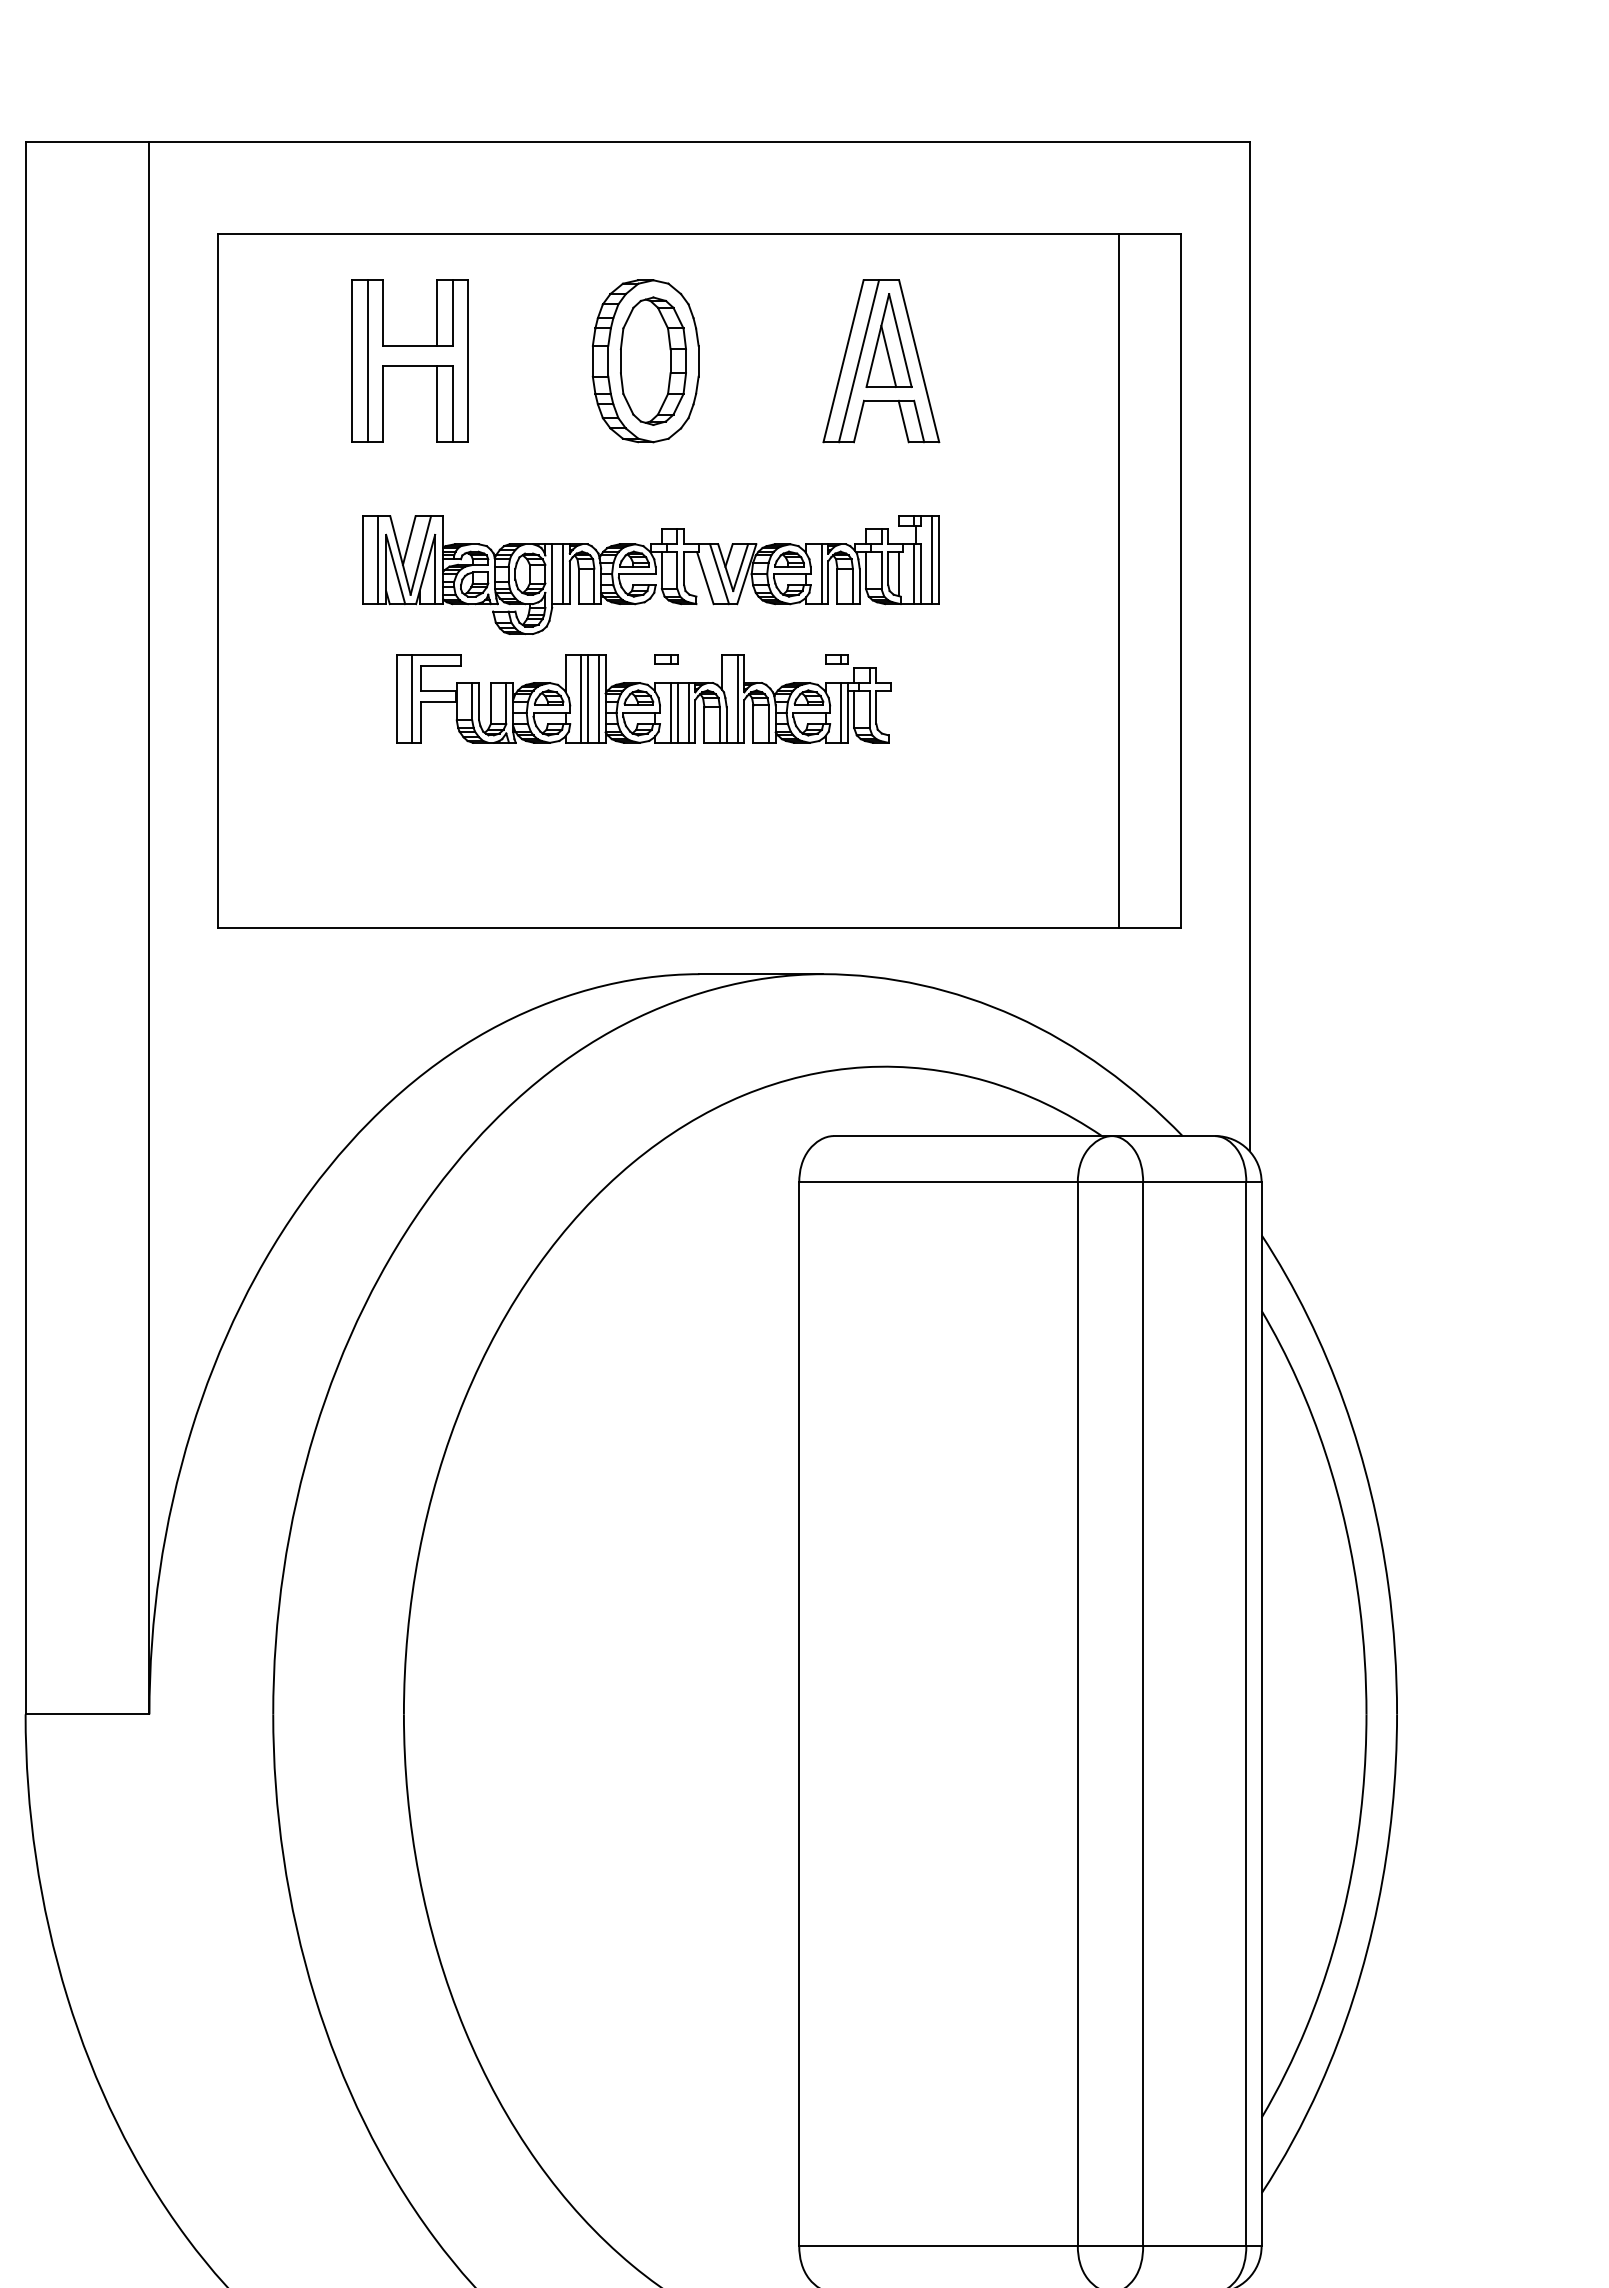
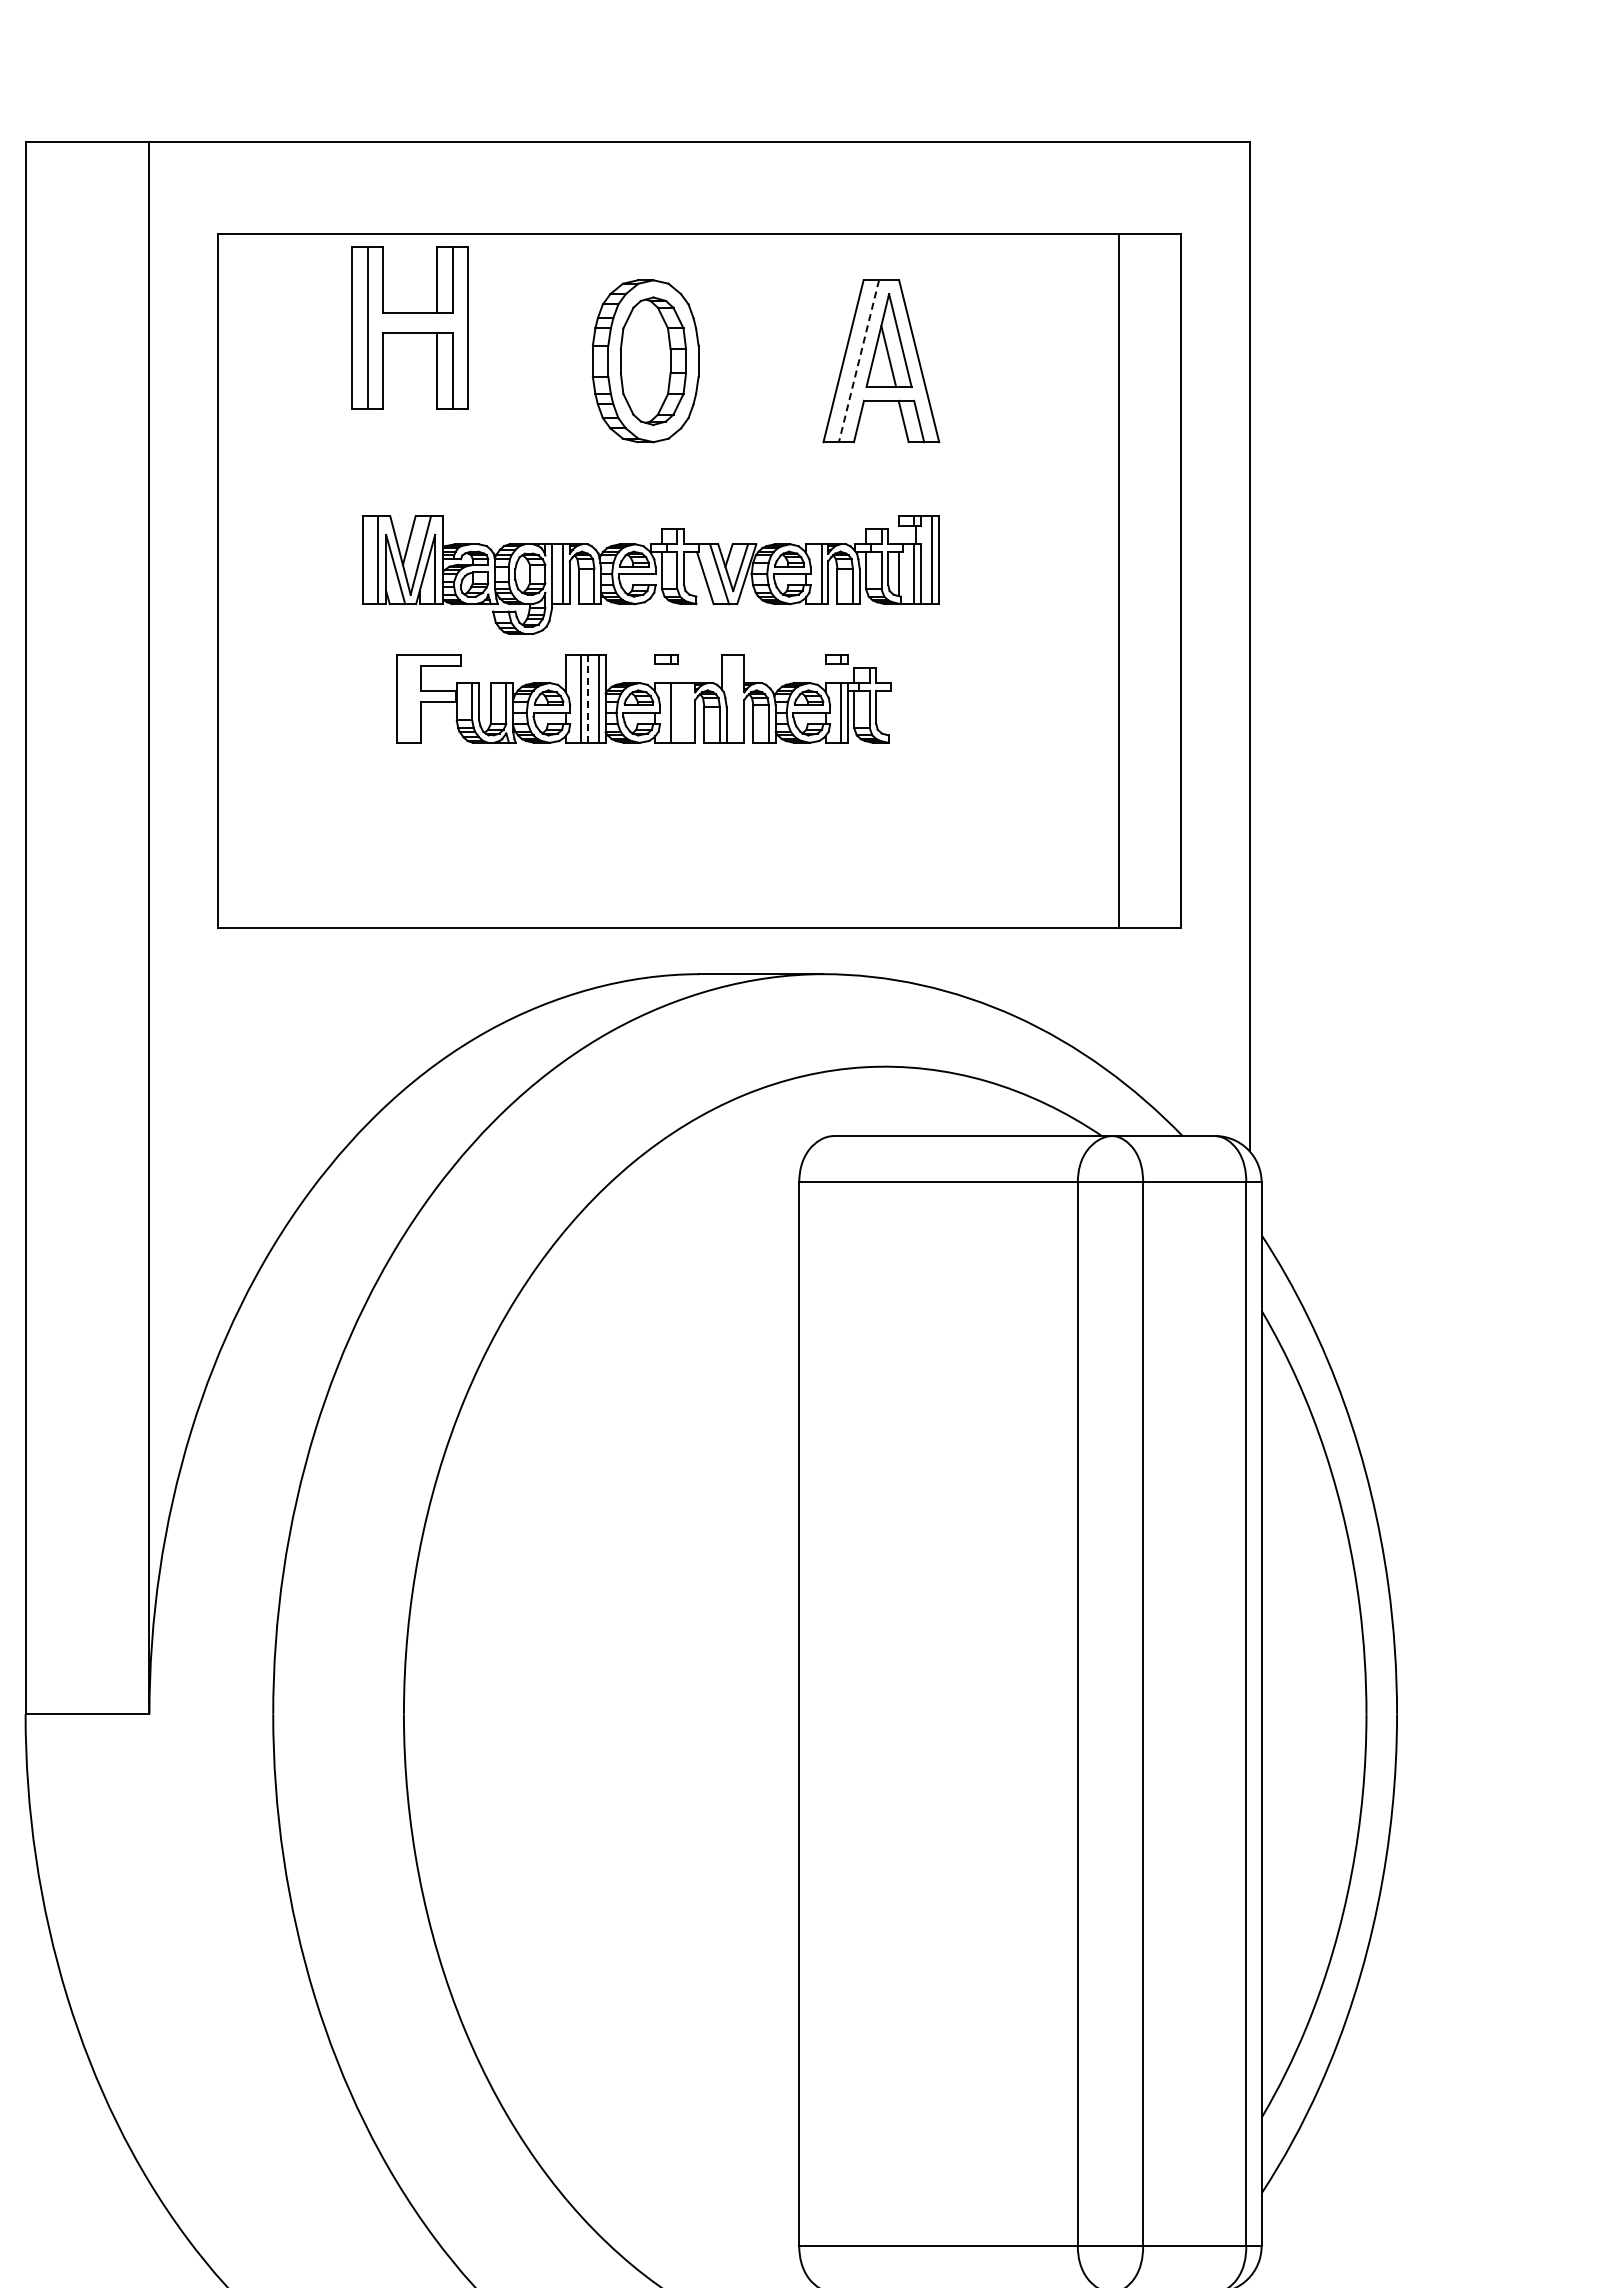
part at (409, 360) position: (409, 360) -> (409, 327)
line at (858, 361): solid -> dashed
line at (412, 698): present -> none
line at (587, 698): solid -> dashed
line at (737, 698): present -> none
line at (677, 712): present -> none
line at (688, 712): present -> none
